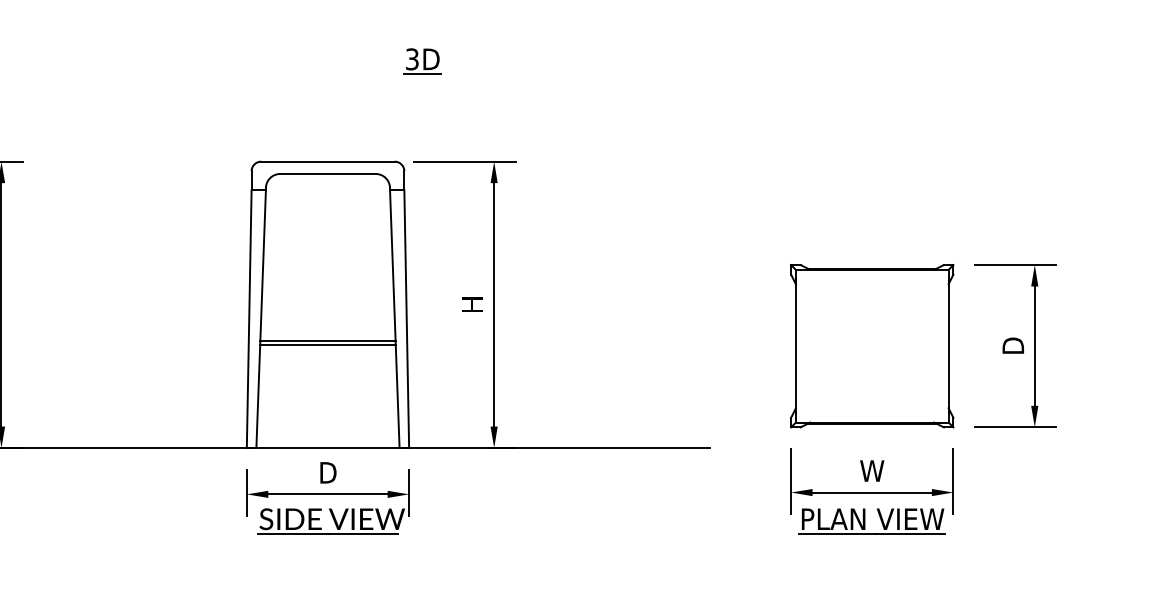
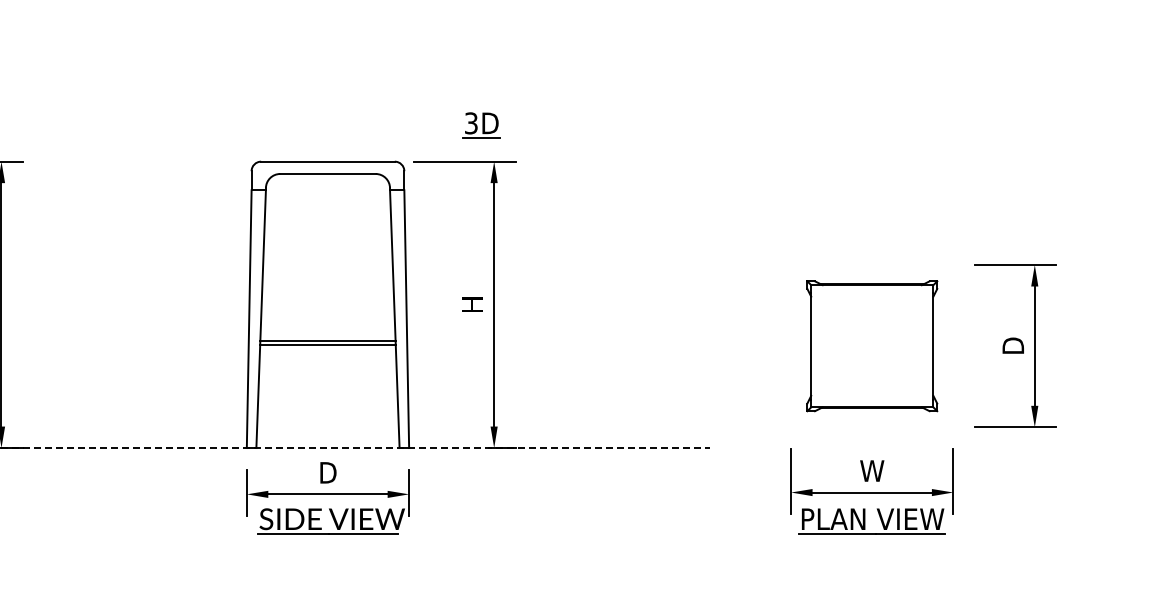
part at (422, 61) position: (422, 61) -> (481, 125)
part at (872, 346) size: 165x165 px -> 133x133 px
line at (355, 448): solid -> dashed
